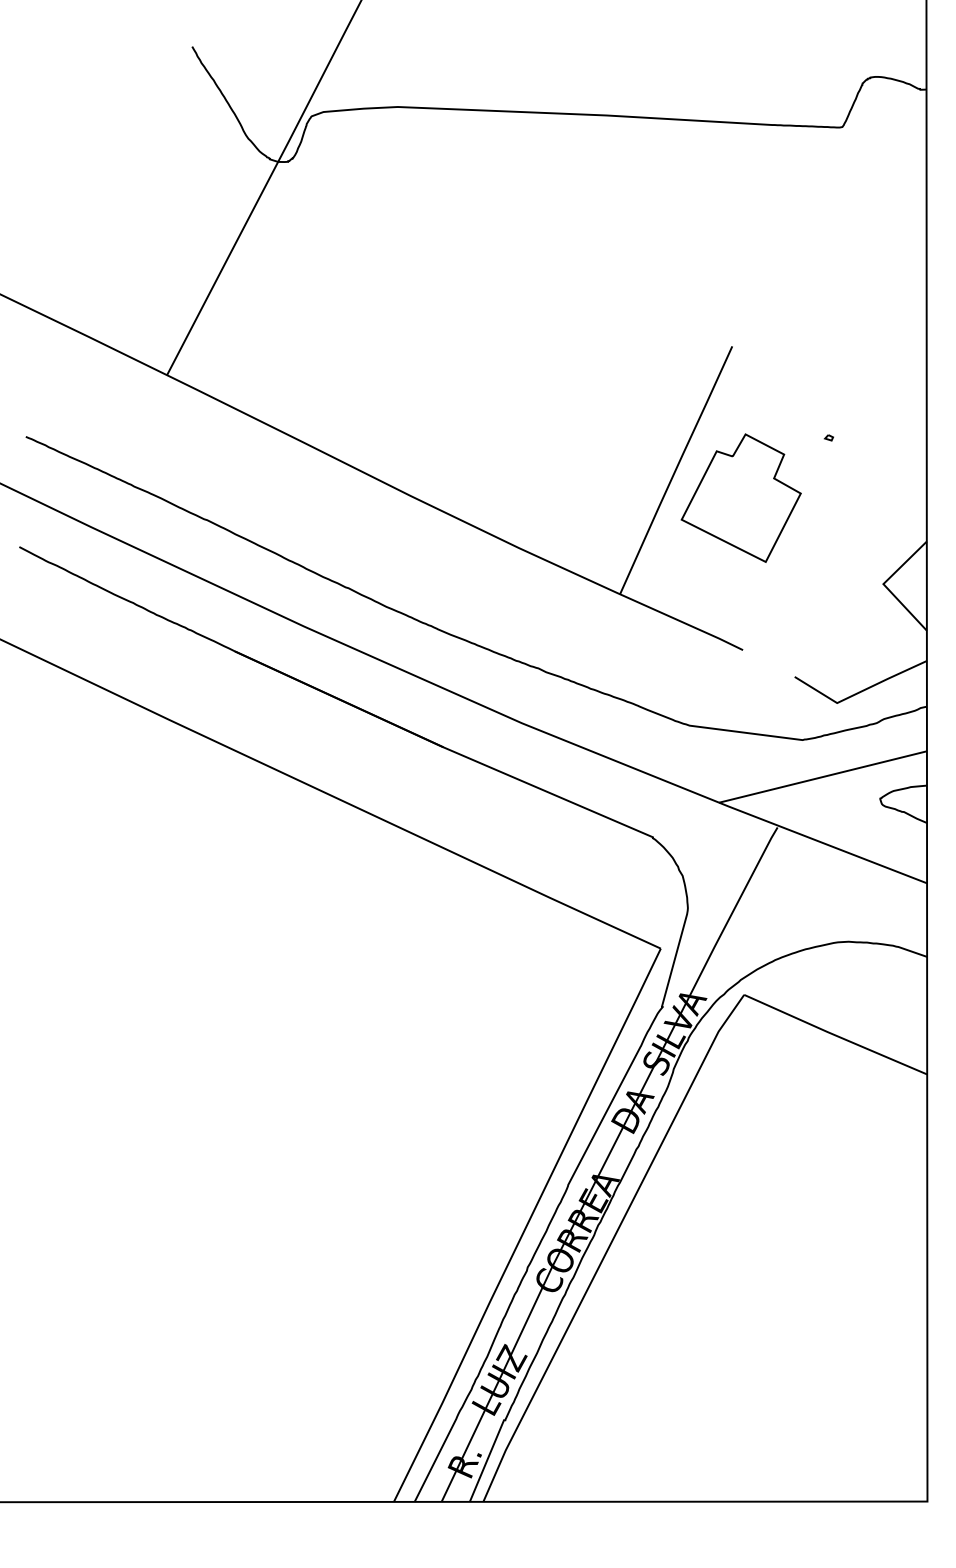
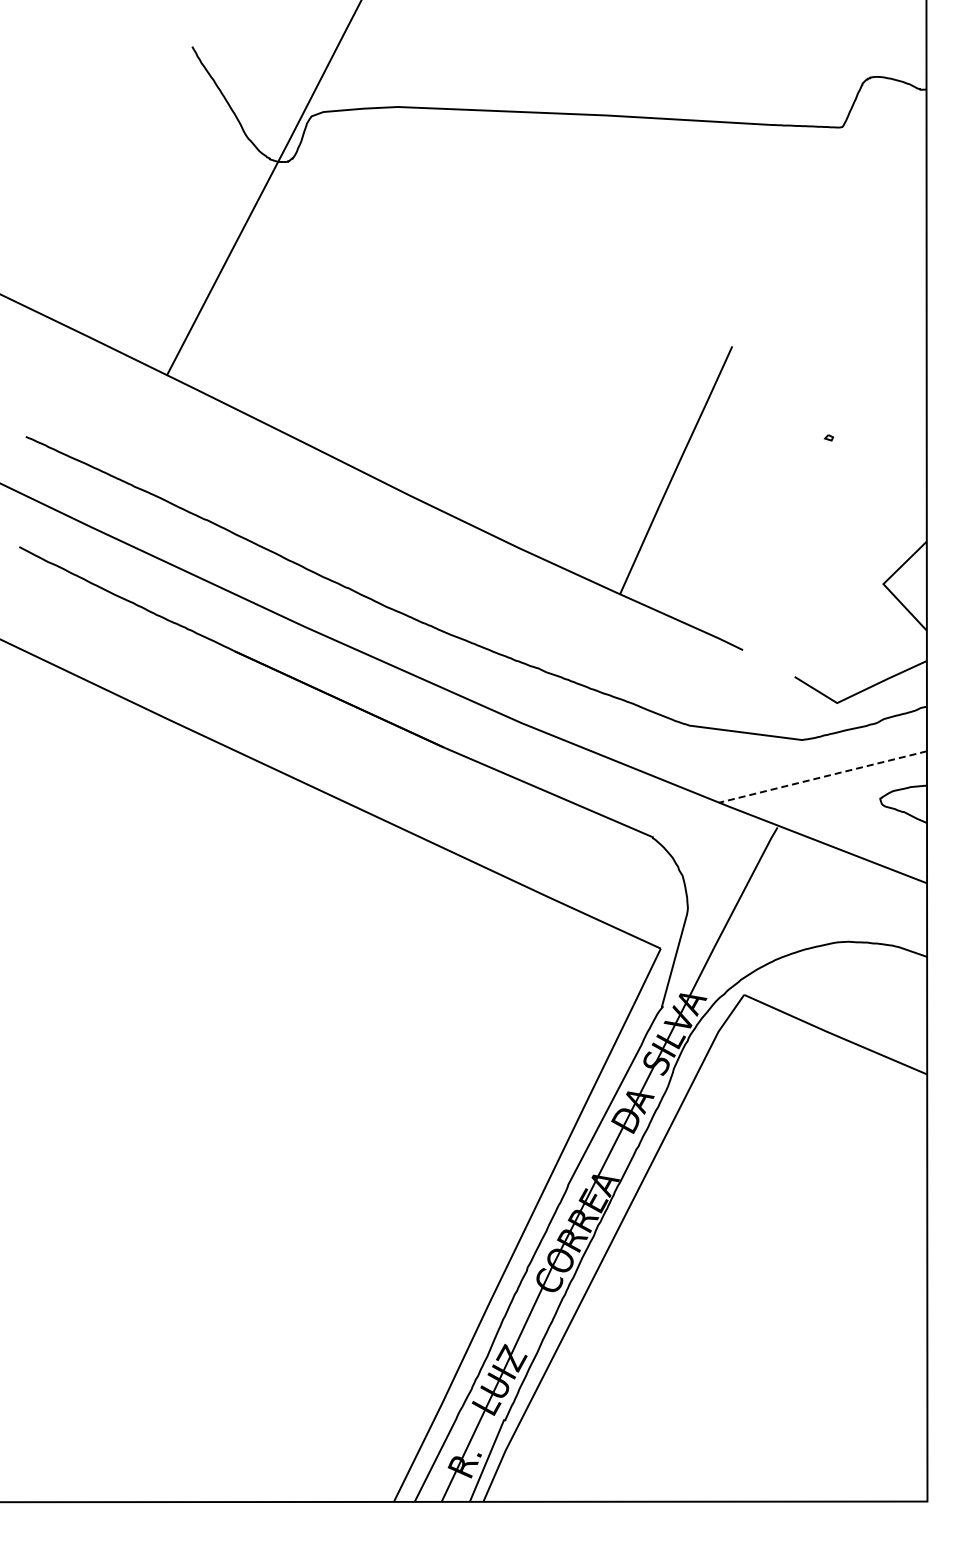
part at (740, 497): present -> none
line at (822, 777): solid -> dashed
